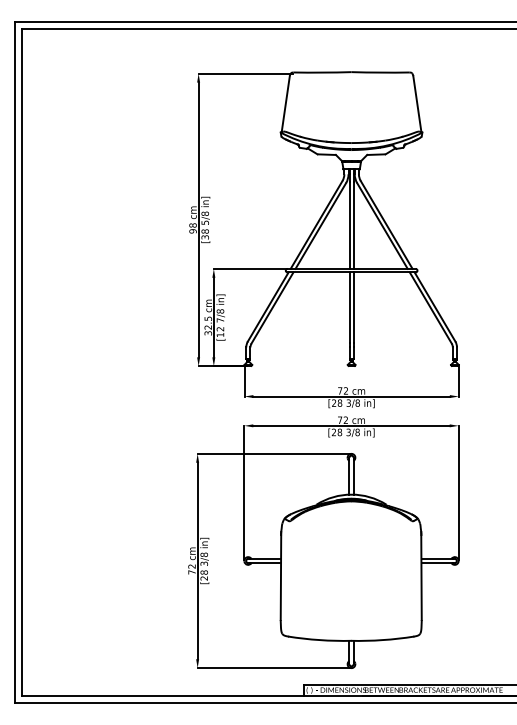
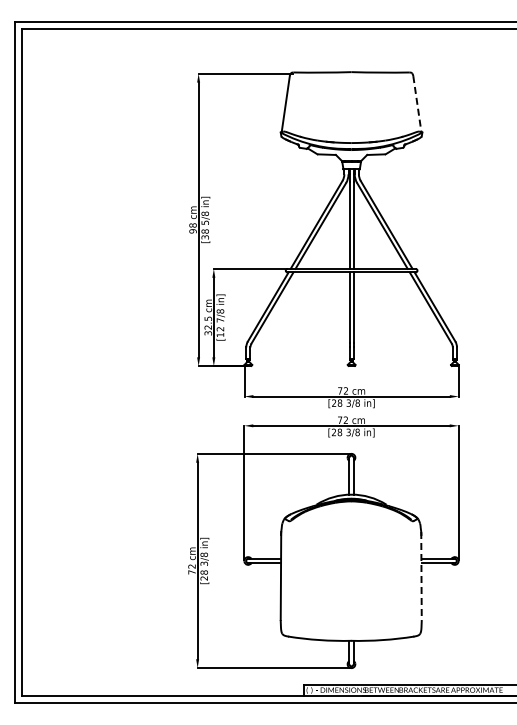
line at (417, 104): solid -> dashed
line at (421, 576): solid -> dashed
